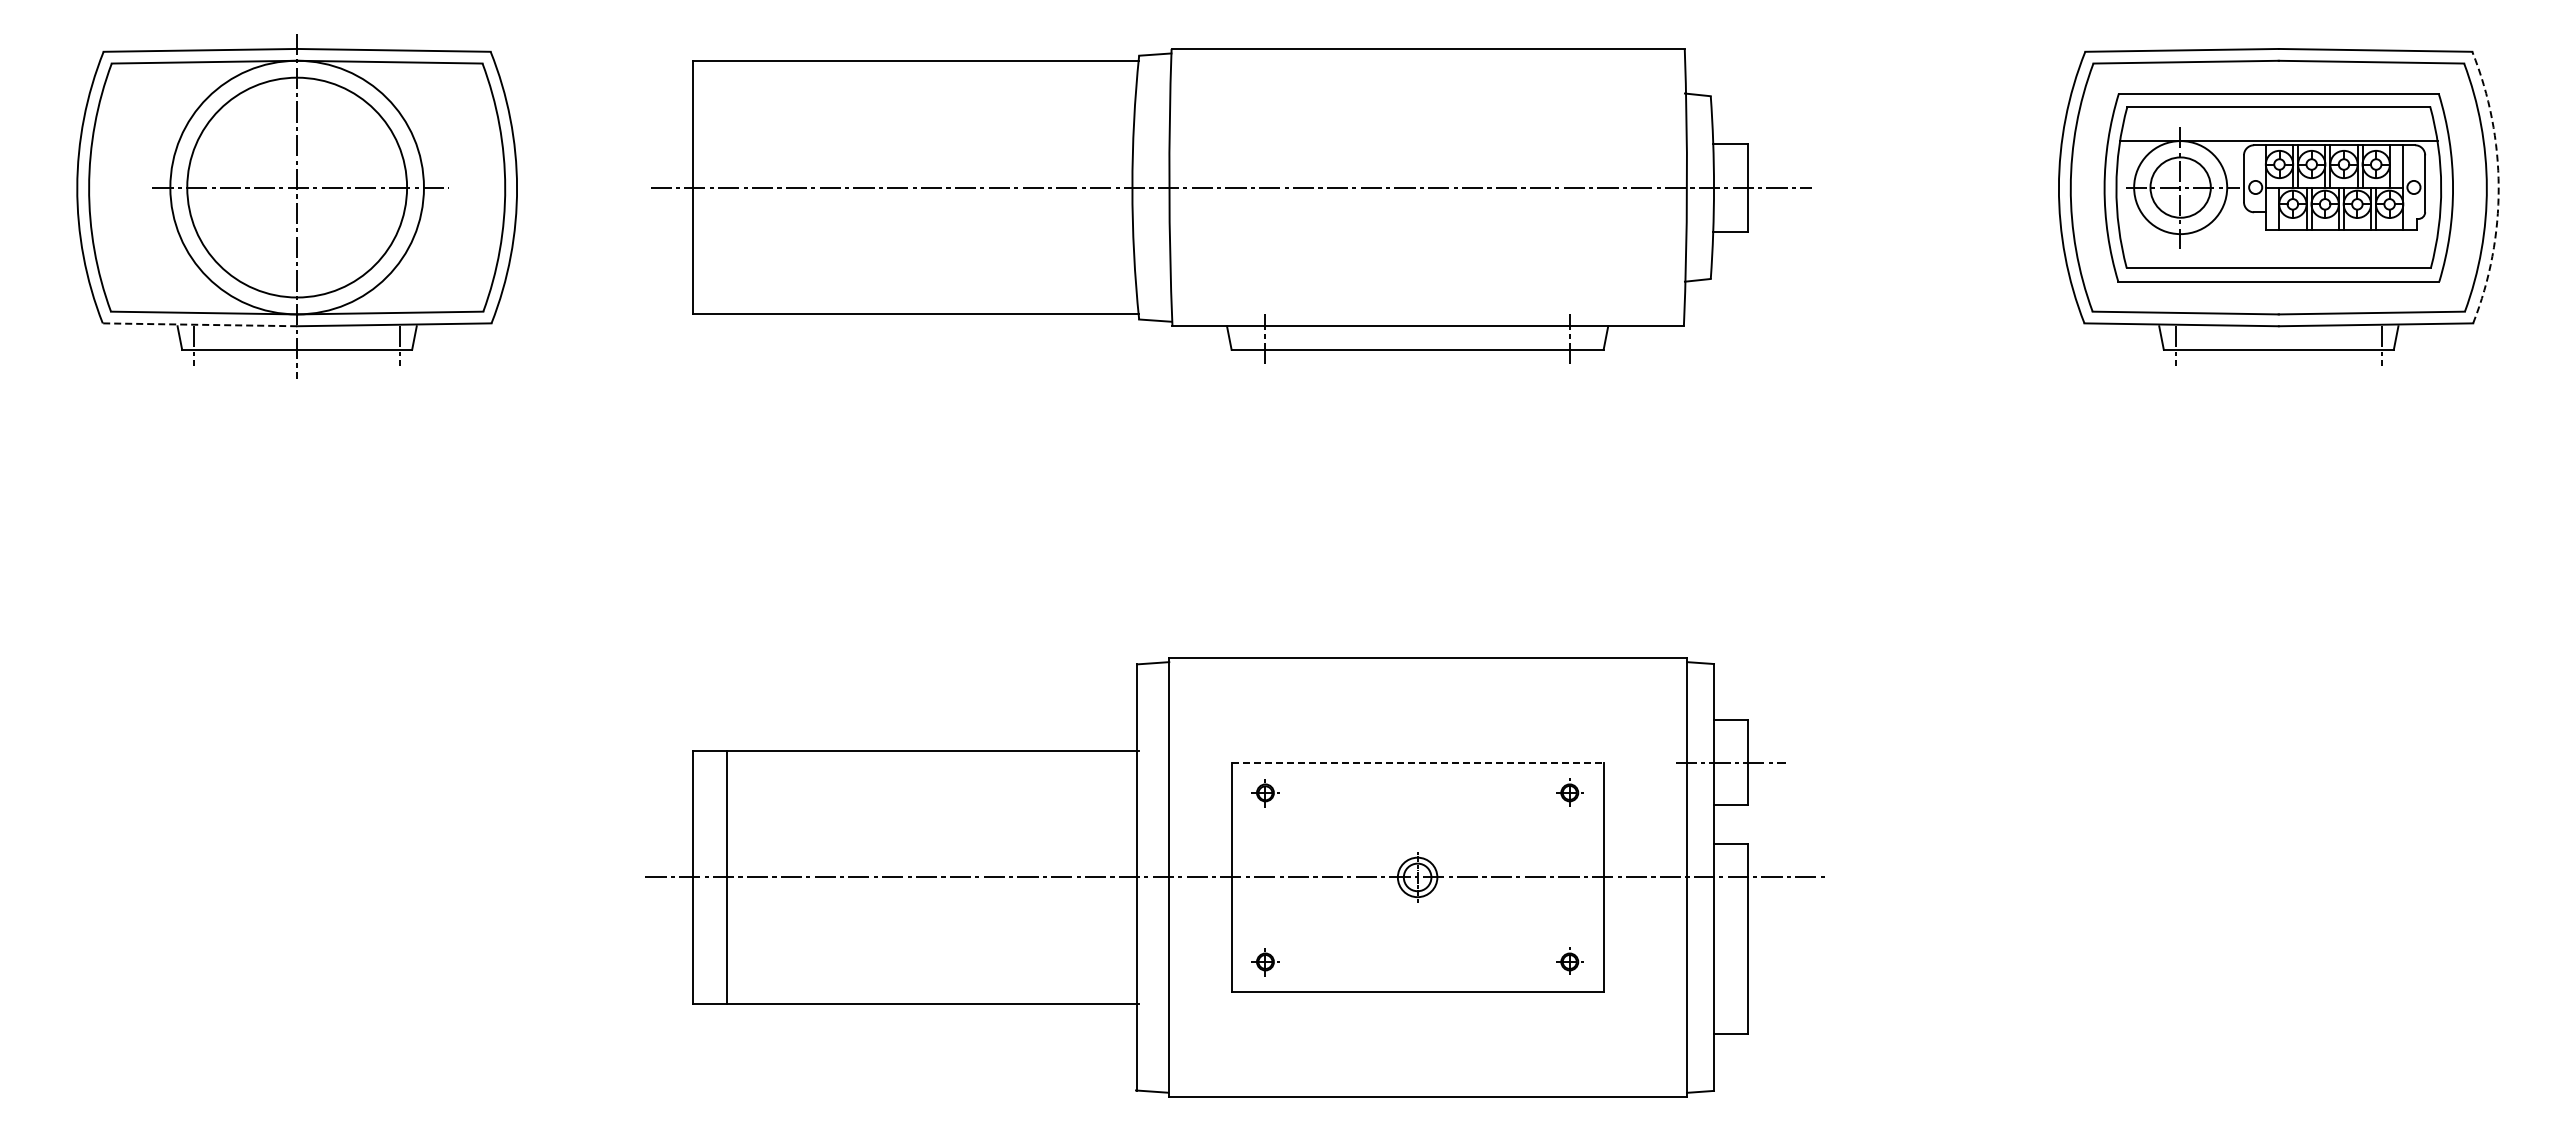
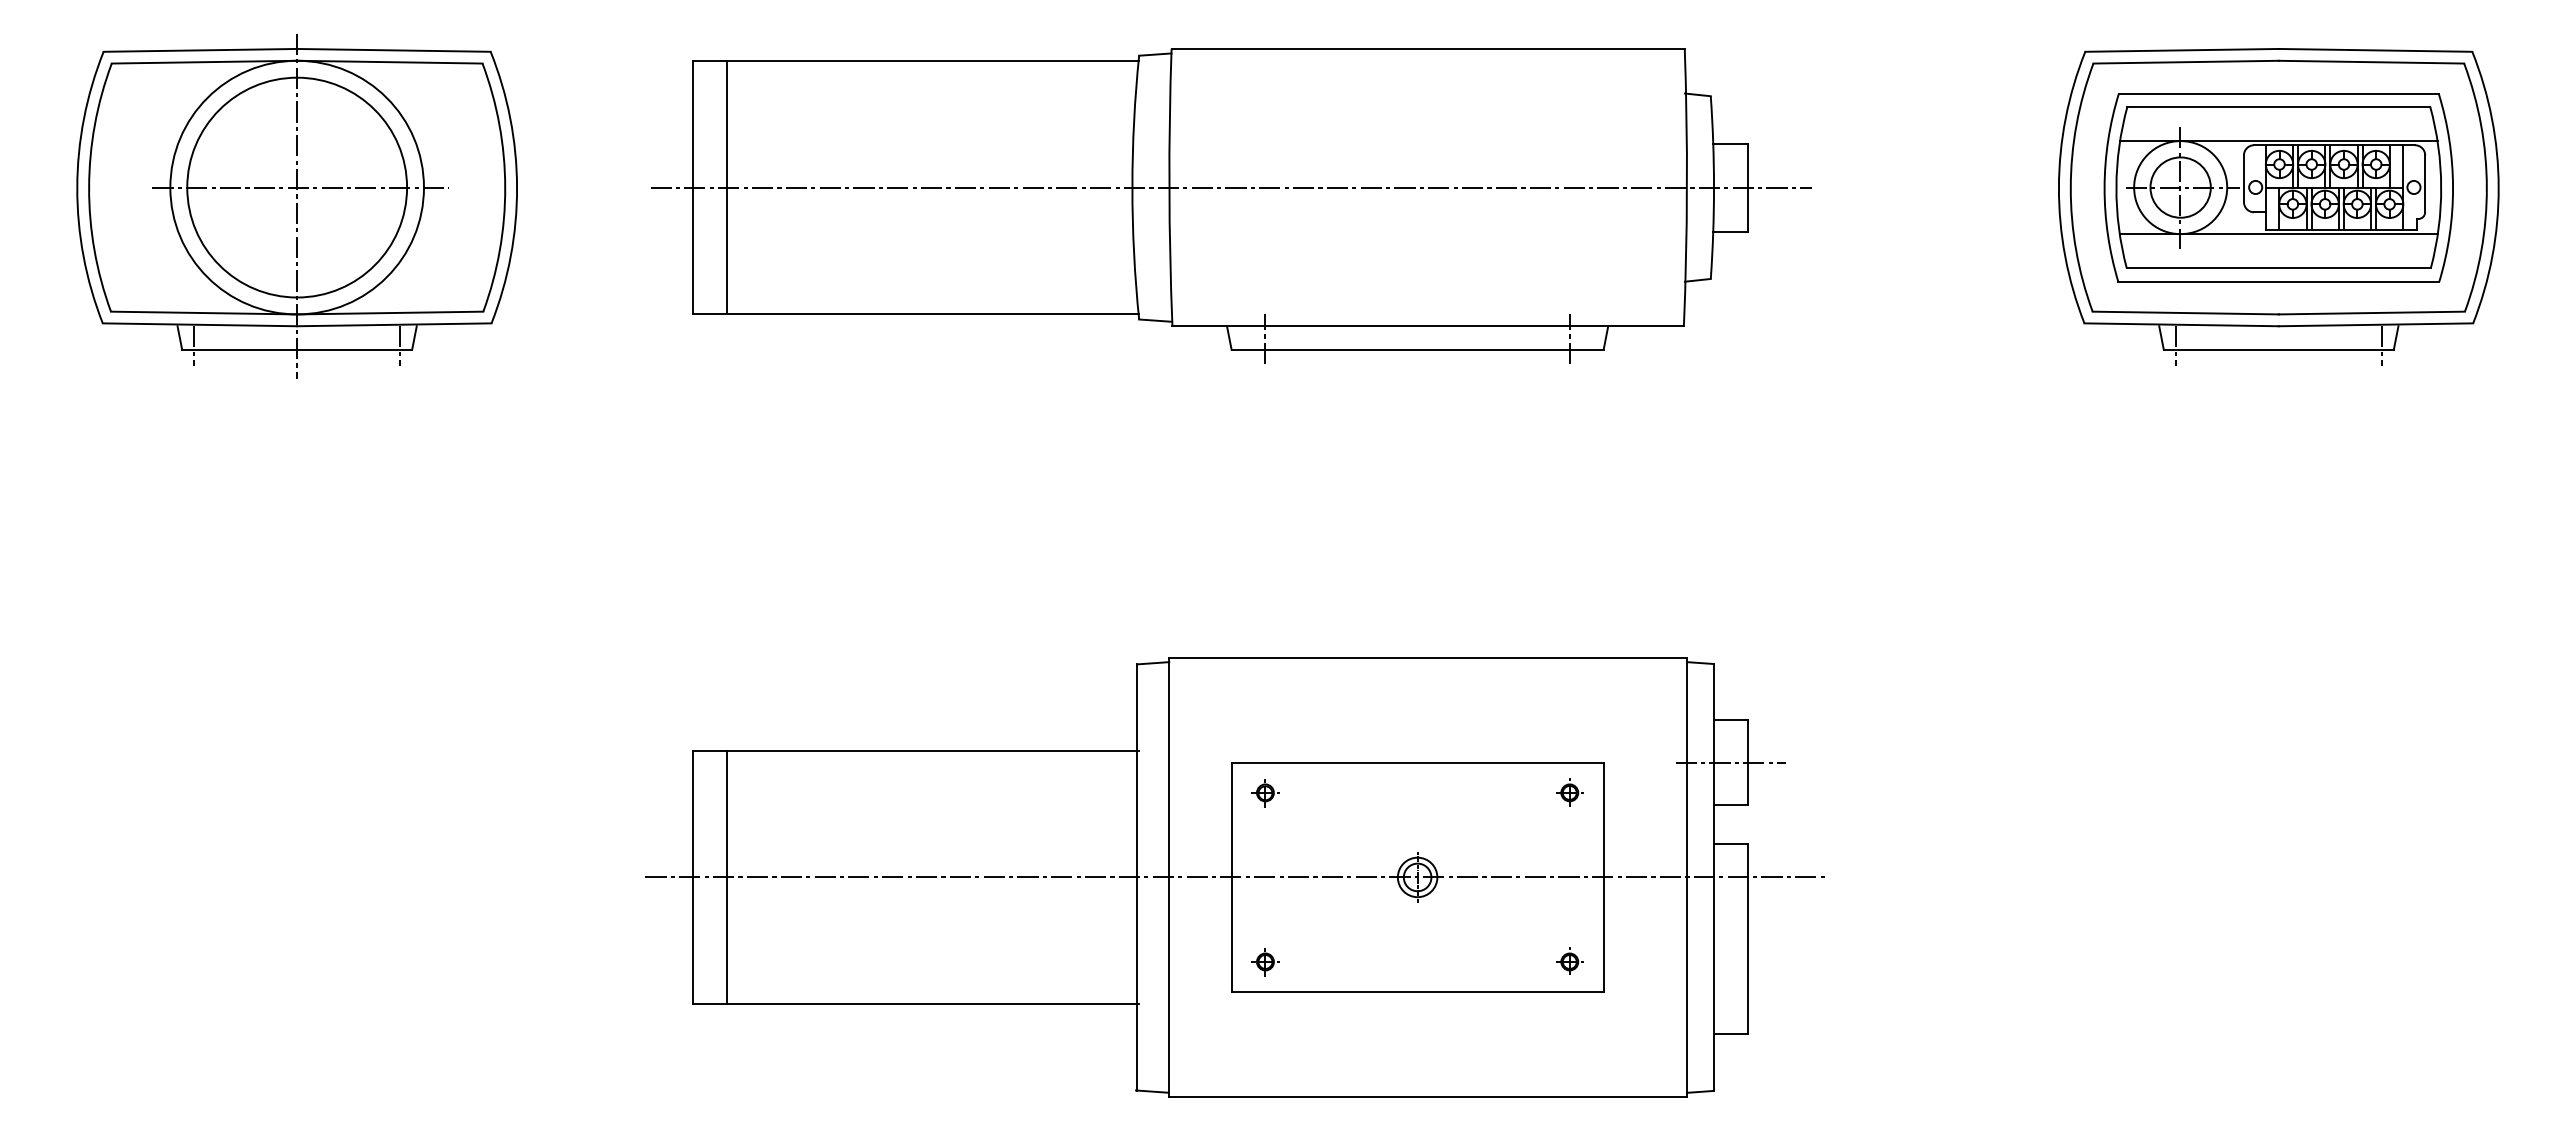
line at (726, 187): none -> present
arc at (2498, 187): dashed -> solid
line at (2278, 233): none -> present
line at (199, 324): dashed -> solid
line at (1417, 762): dashed -> solid
